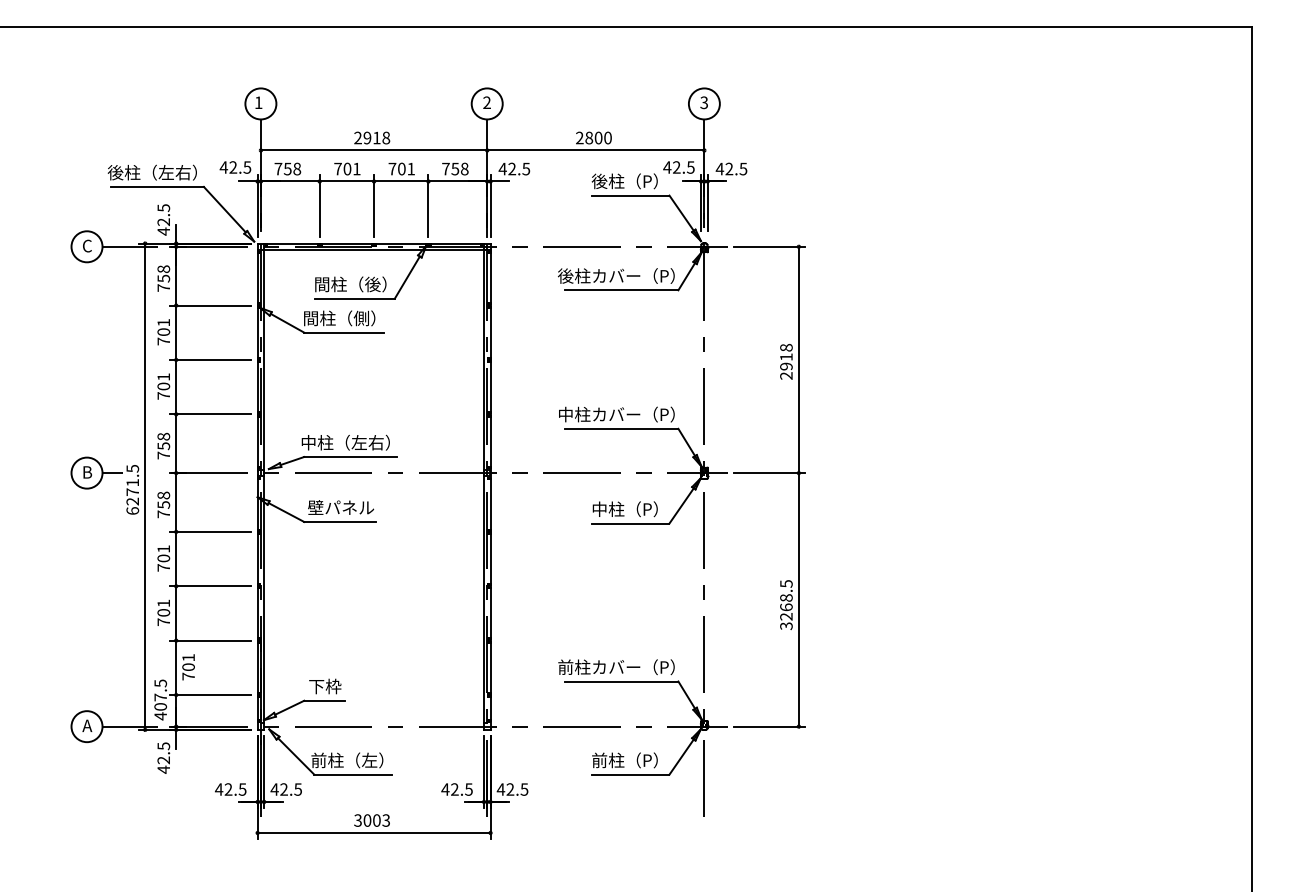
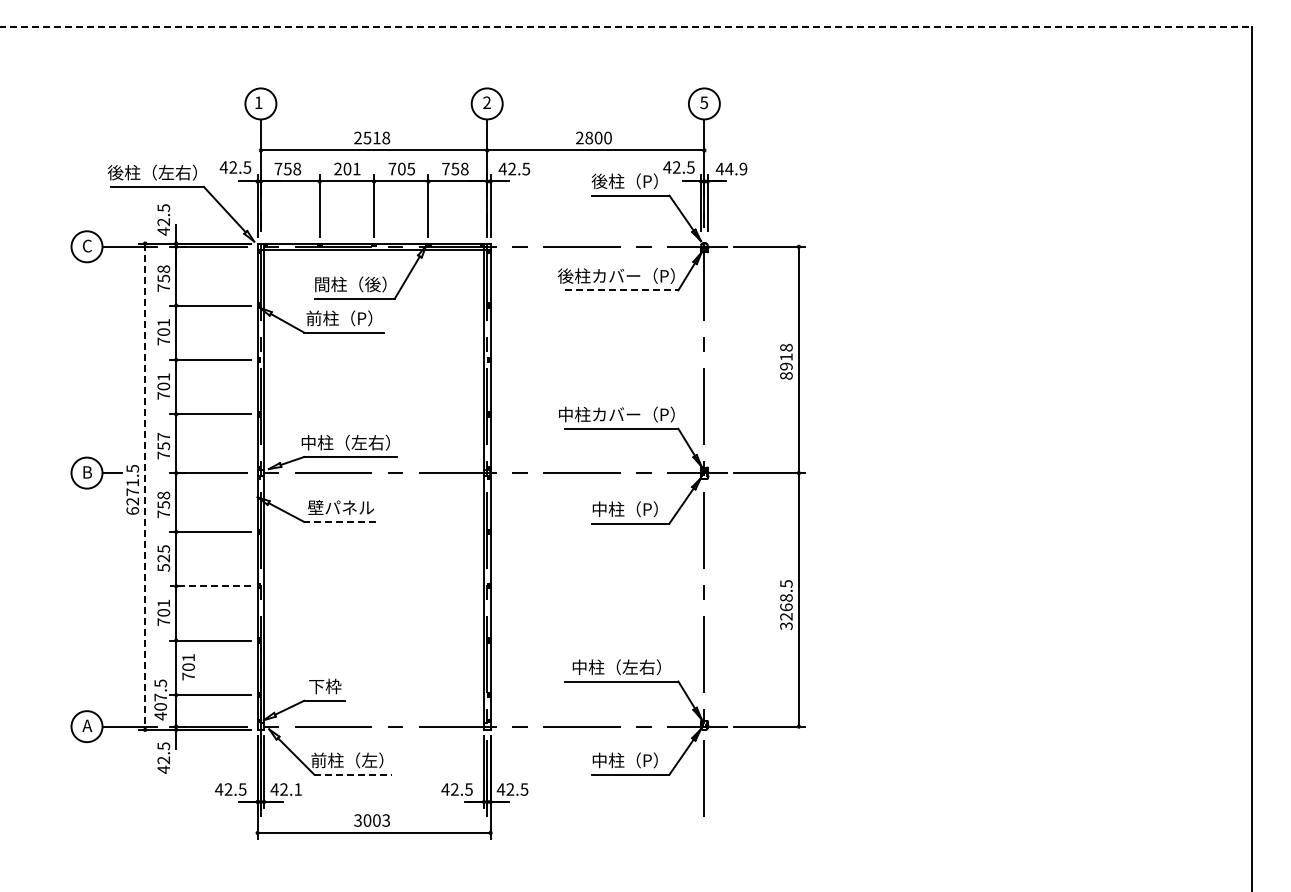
line at (626, 26): solid -> dashed
text at (704, 102): 3 -> 5
text at (367, 137): 2918 -> 2518
text at (337, 168): 701 -> 201
text at (410, 168): 701 -> 705
text at (736, 168): 42.5 -> 44.9
line at (622, 290): solid -> dashed
text at (339, 318): 間柱（側） -> 前柱（P）
text at (786, 375): 2918 -> 8918
text at (163, 436): 758 -> 757
line at (145, 487): solid -> dashed
line at (339, 521): solid -> dashed
text at (163, 558): 701 -> 525
line at (210, 586): solid -> dashed
text at (616, 667): 前柱カバー（P） -> 中柱（左右）
text at (599, 760): 前柱（P） -> 中柱（P）
line at (353, 774): solid -> dashed
text at (297, 789): 42.5 -> 42.1
